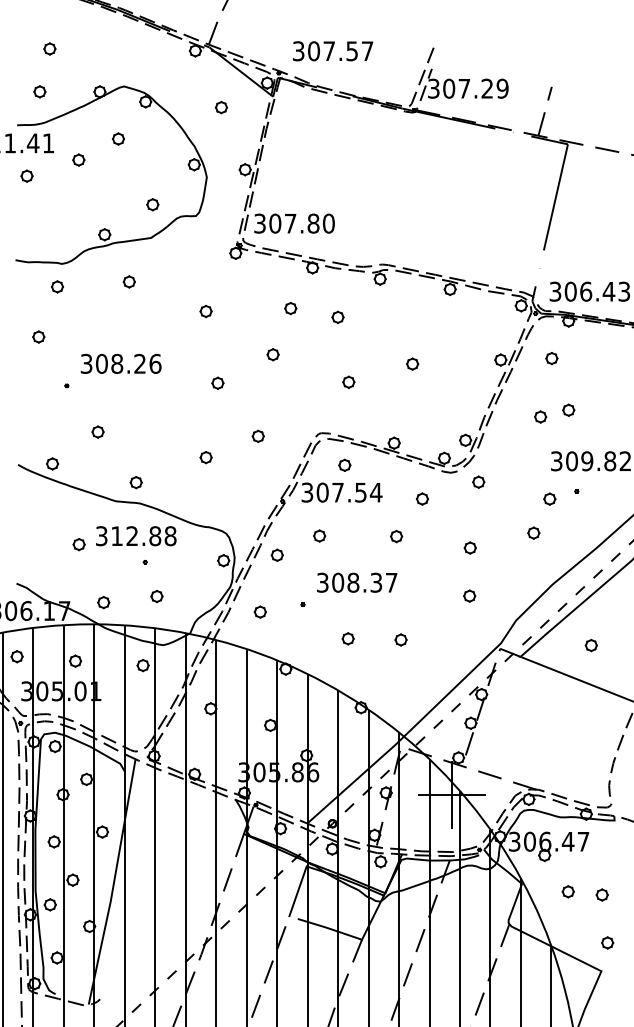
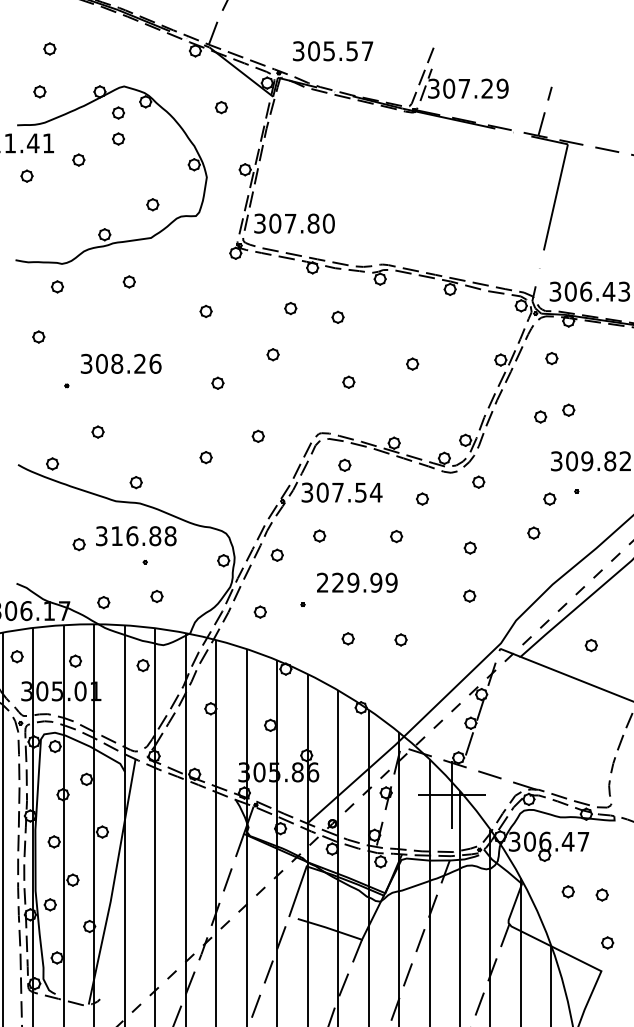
text at (328, 51): 307.57 -> 305.57
part at (118, 112): none -> present
text at (132, 536): 312.88 -> 316.88
text at (357, 582): 308.37 -> 229.99
